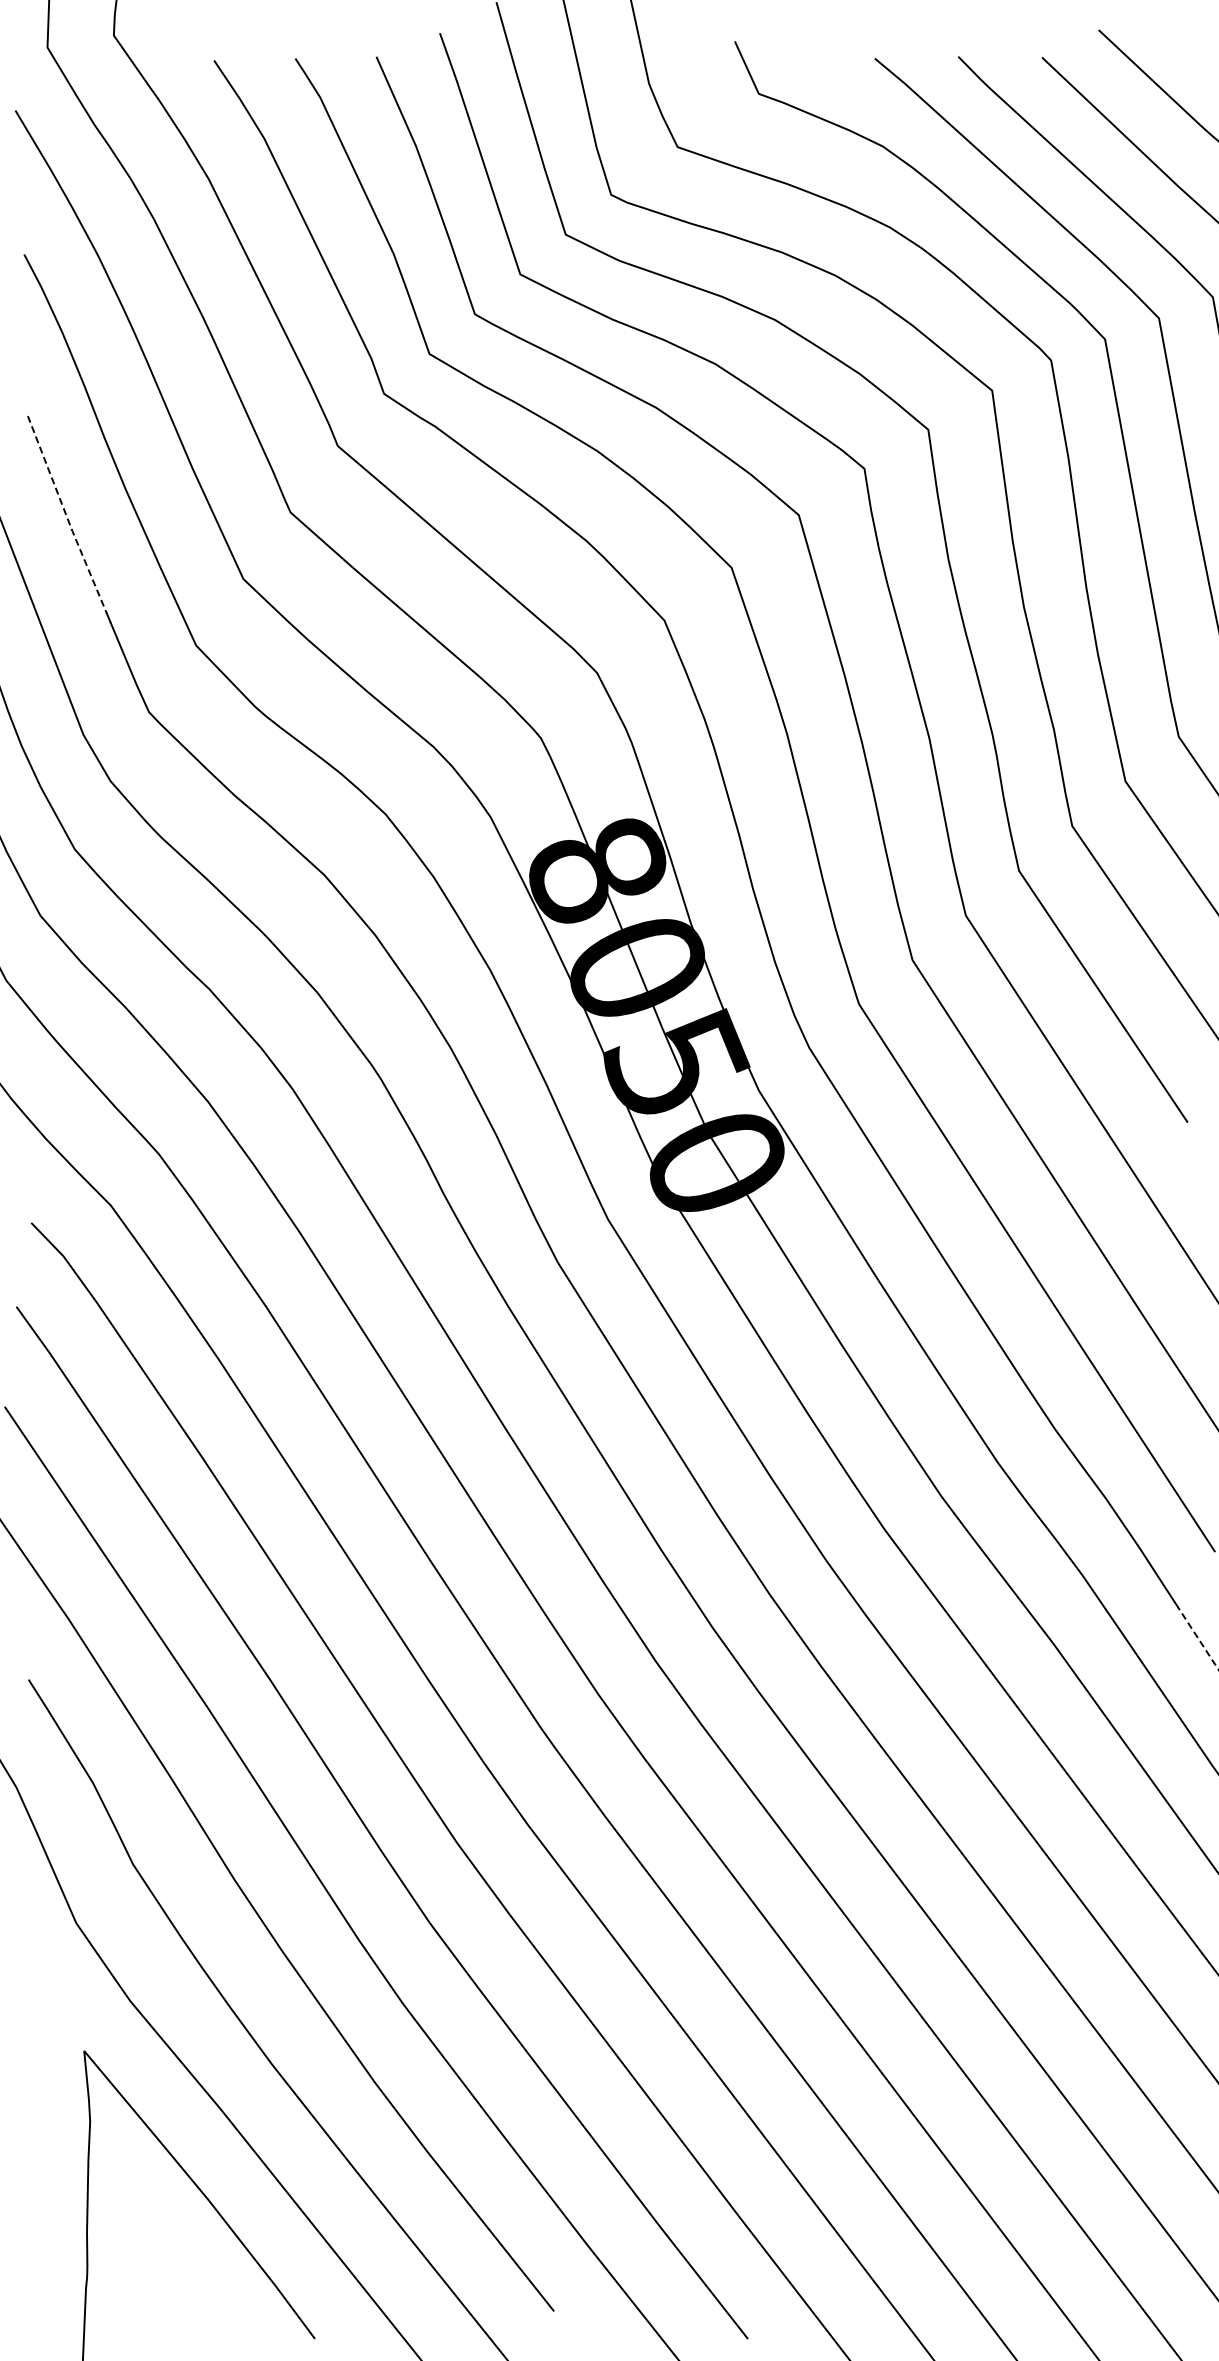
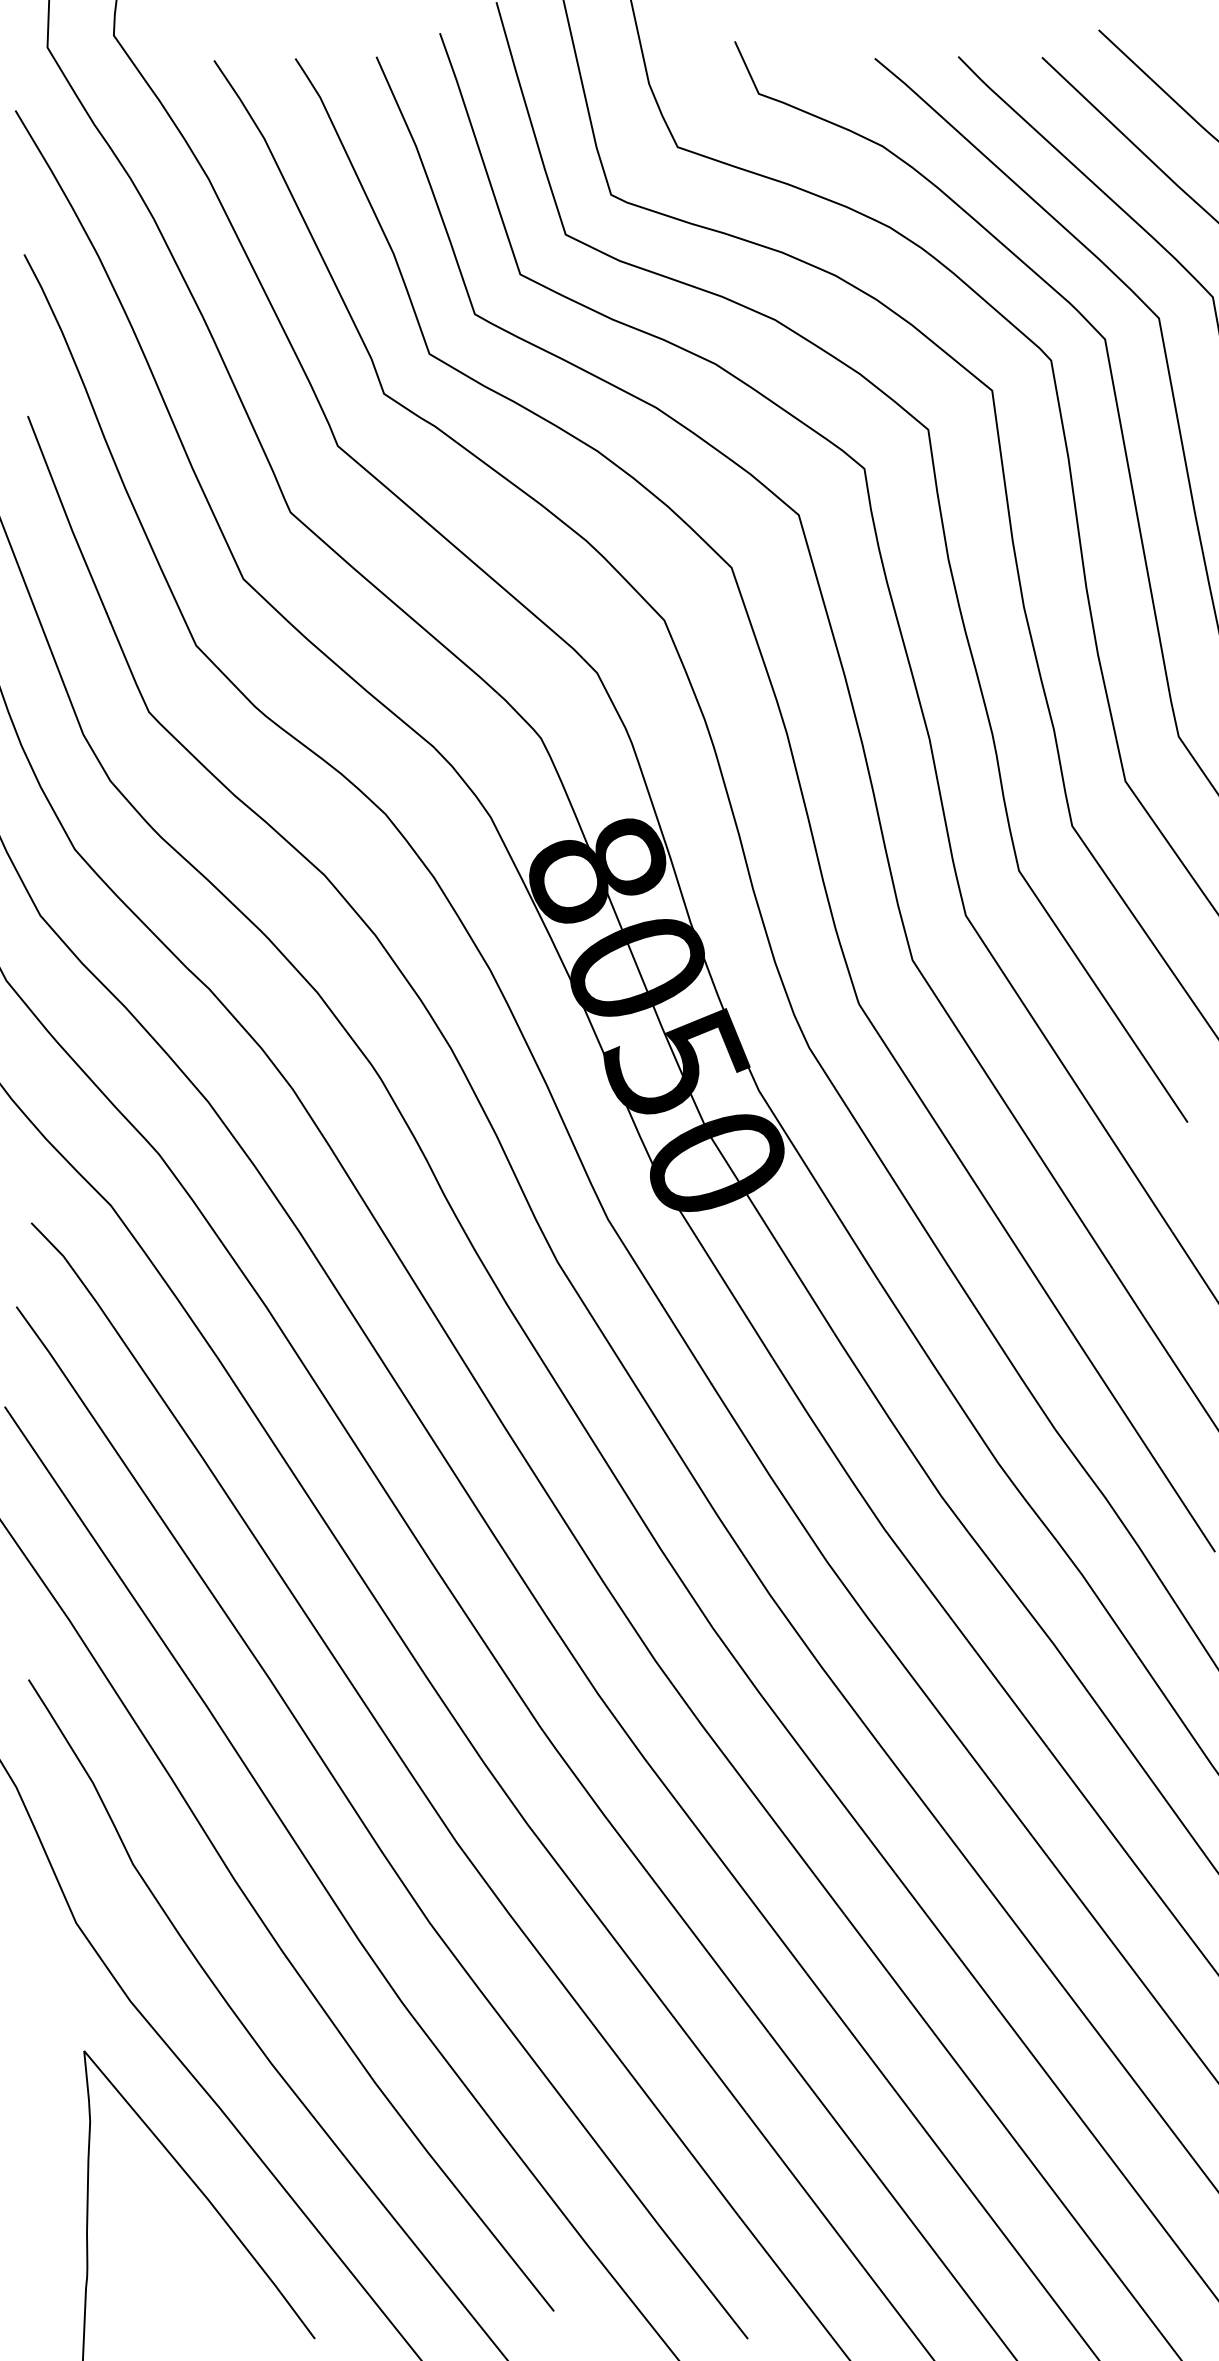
line at (66, 516): dashed -> solid
line at (1197, 1636): dashed -> solid
